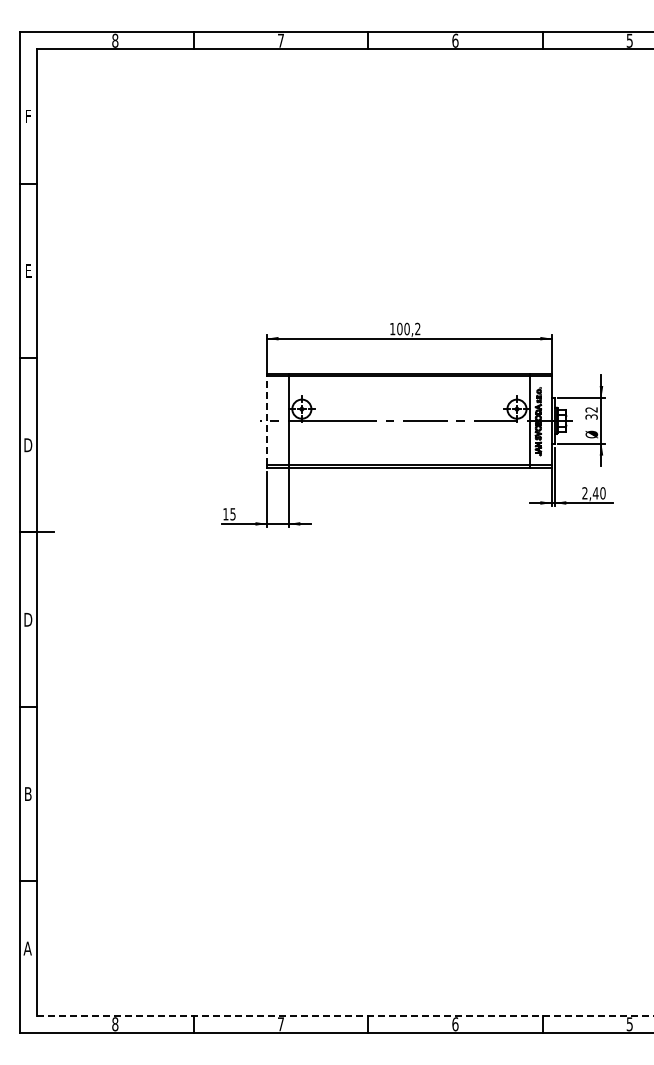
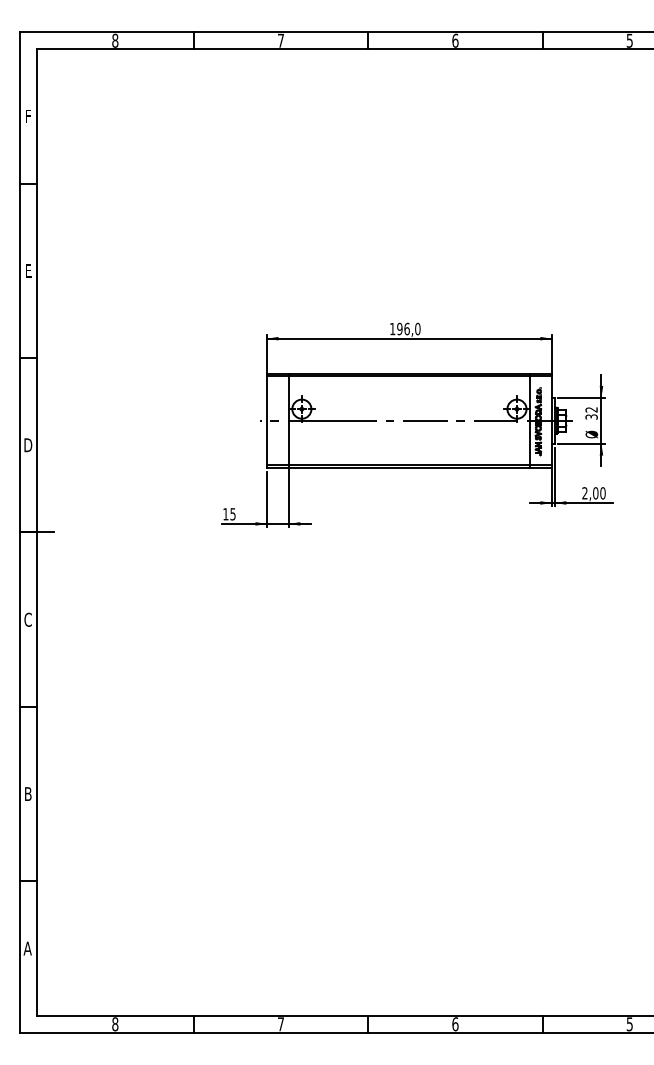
text at (408, 328): 100,2 -> 196,0
line at (267, 420): dashed -> solid
text at (595, 493): 2,40 -> 2,00
text at (28, 619): D -> C
line at (344, 1015): dashed -> solid
